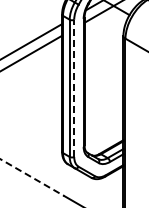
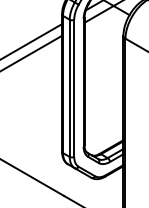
line at (74, 88): dashed -> solid
line at (32, 177): dashed -> solid
